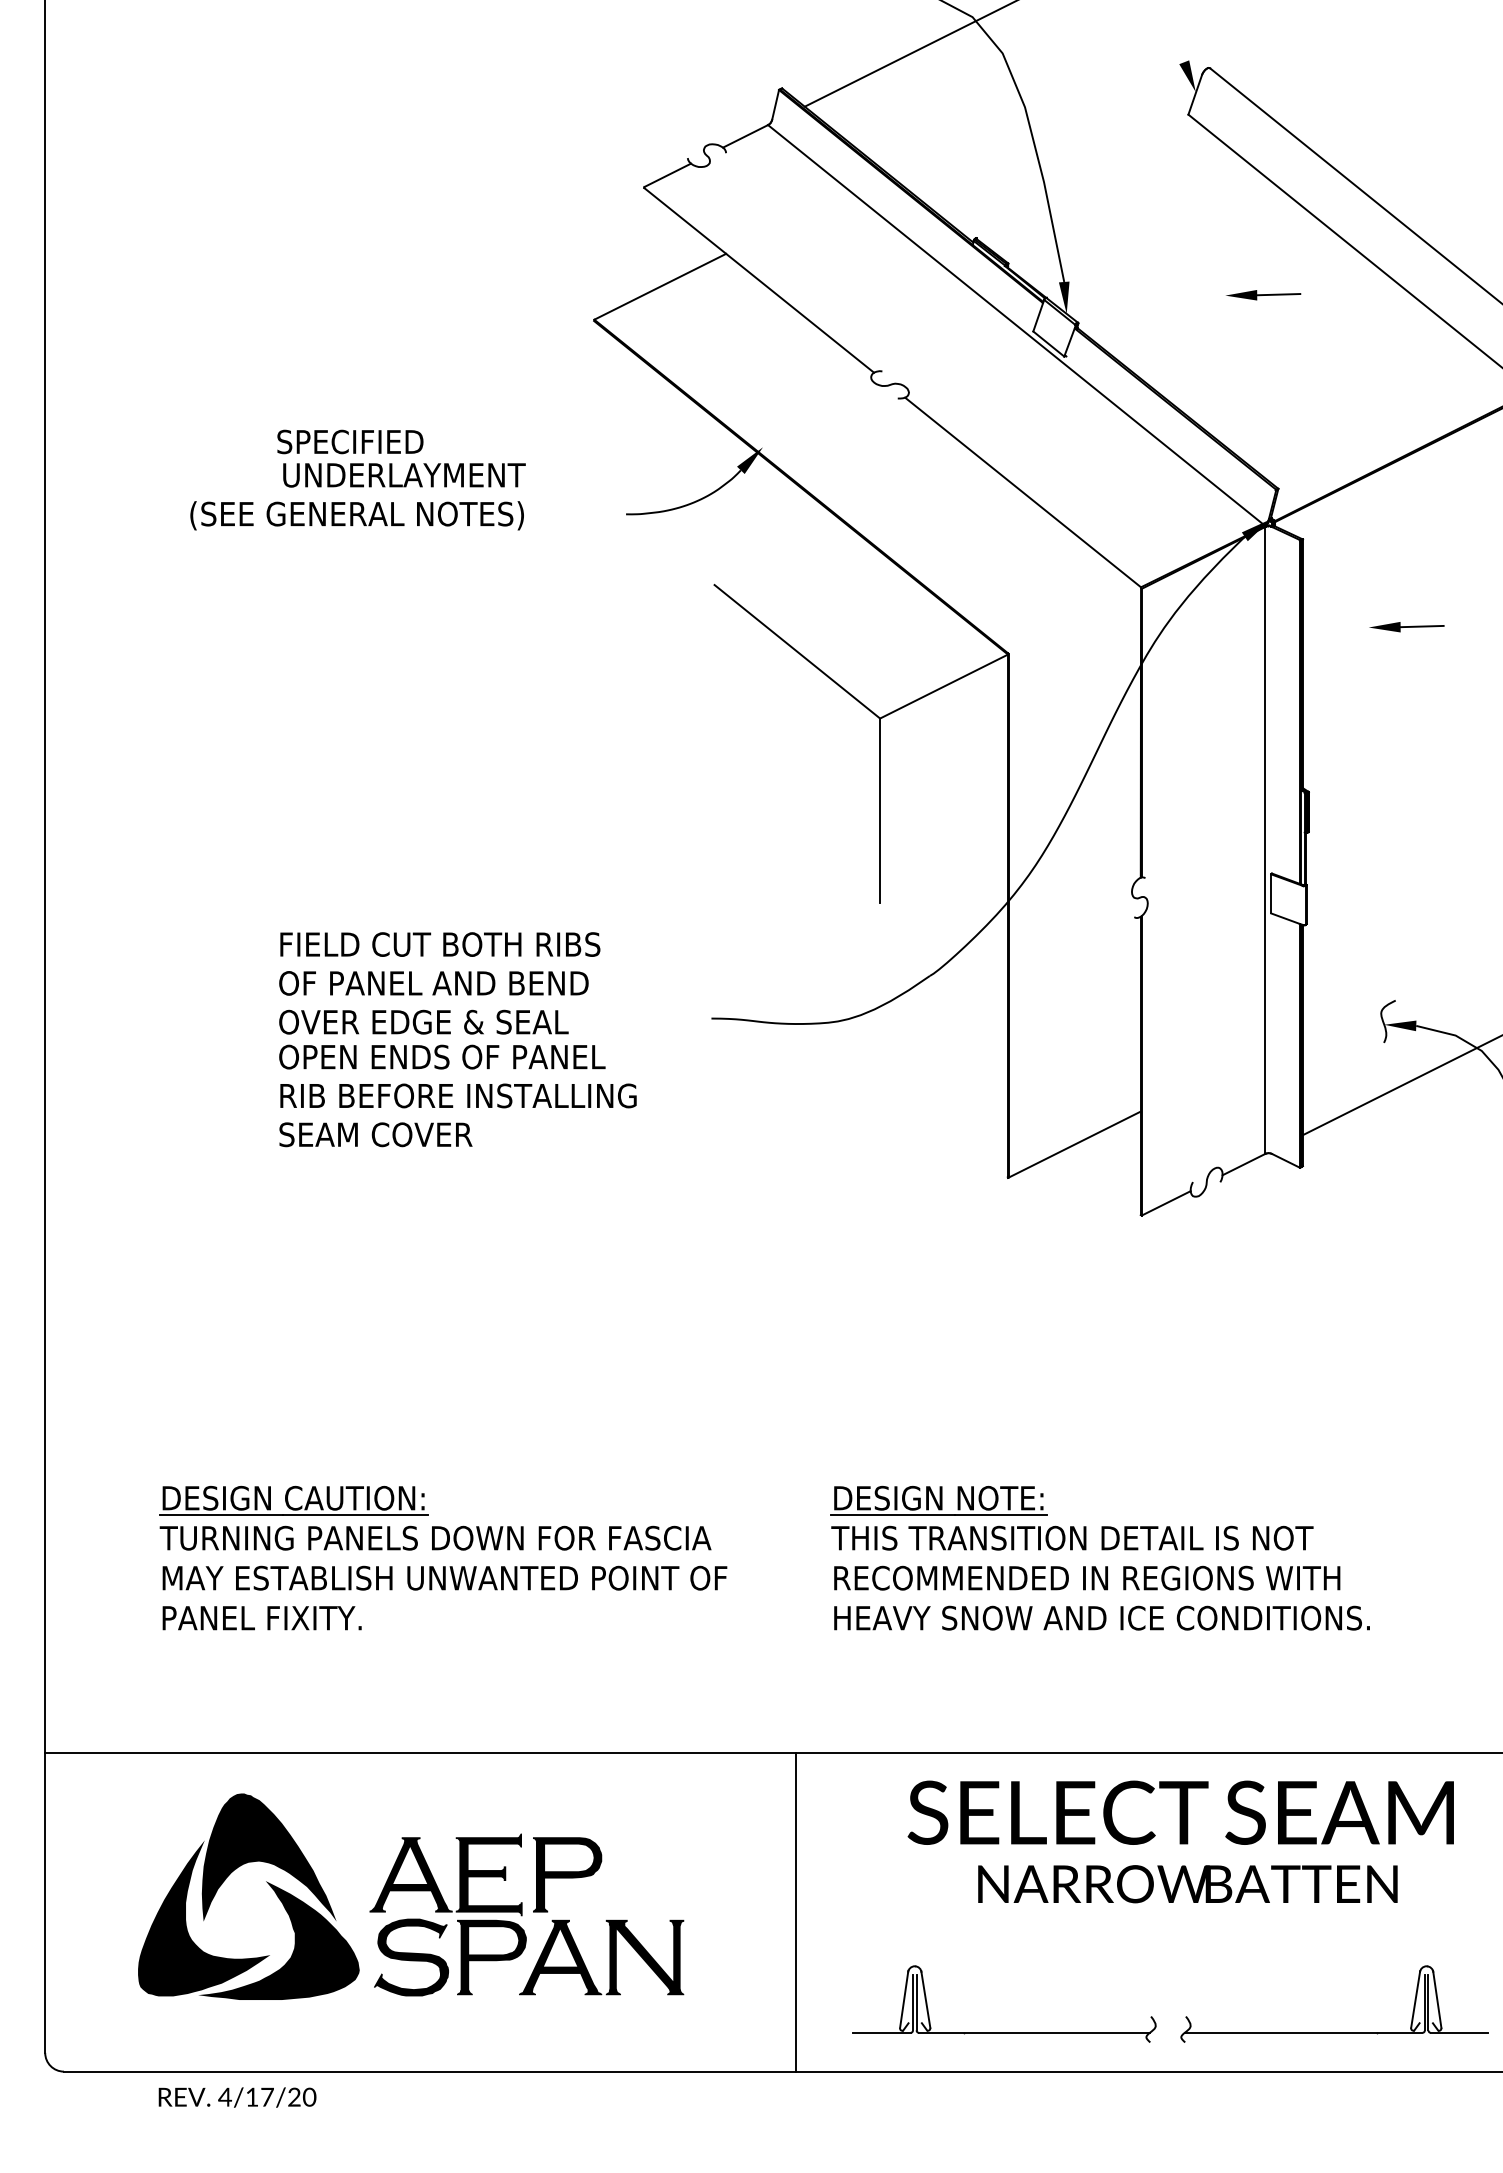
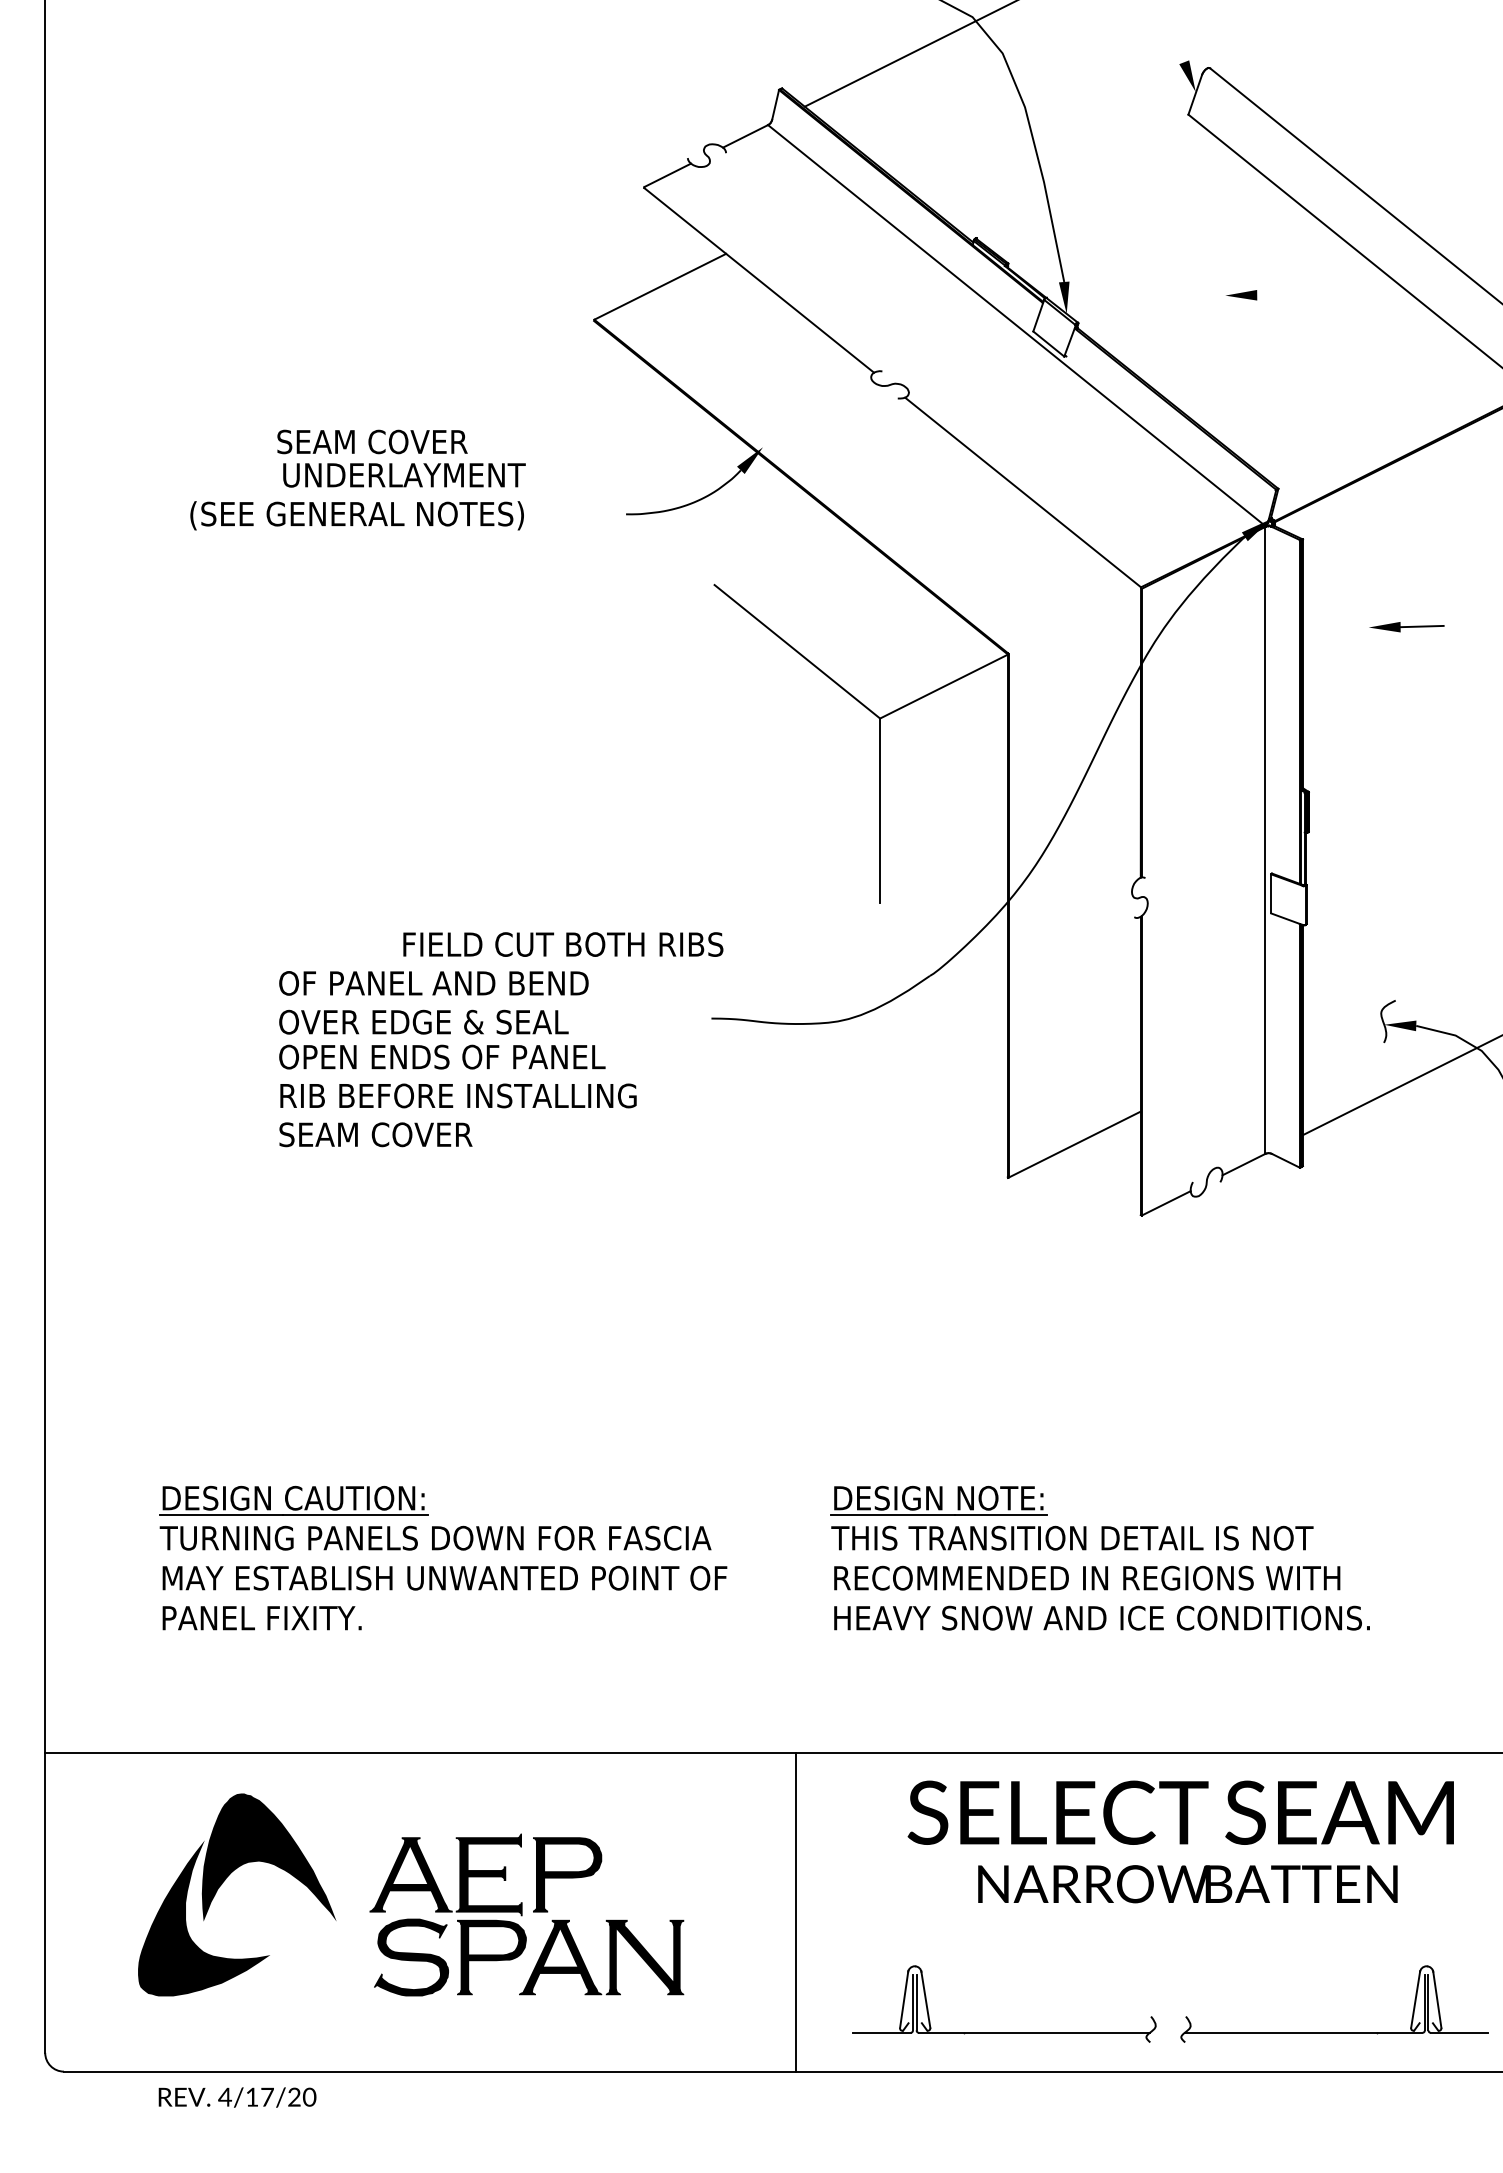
line at (1278, 294): present -> none
text at (383, 441): SPECIFIED -> SEAM COVER
text at (440, 944) position: (440, 944) -> (563, 944)
fill at (278, 1940): present -> none
